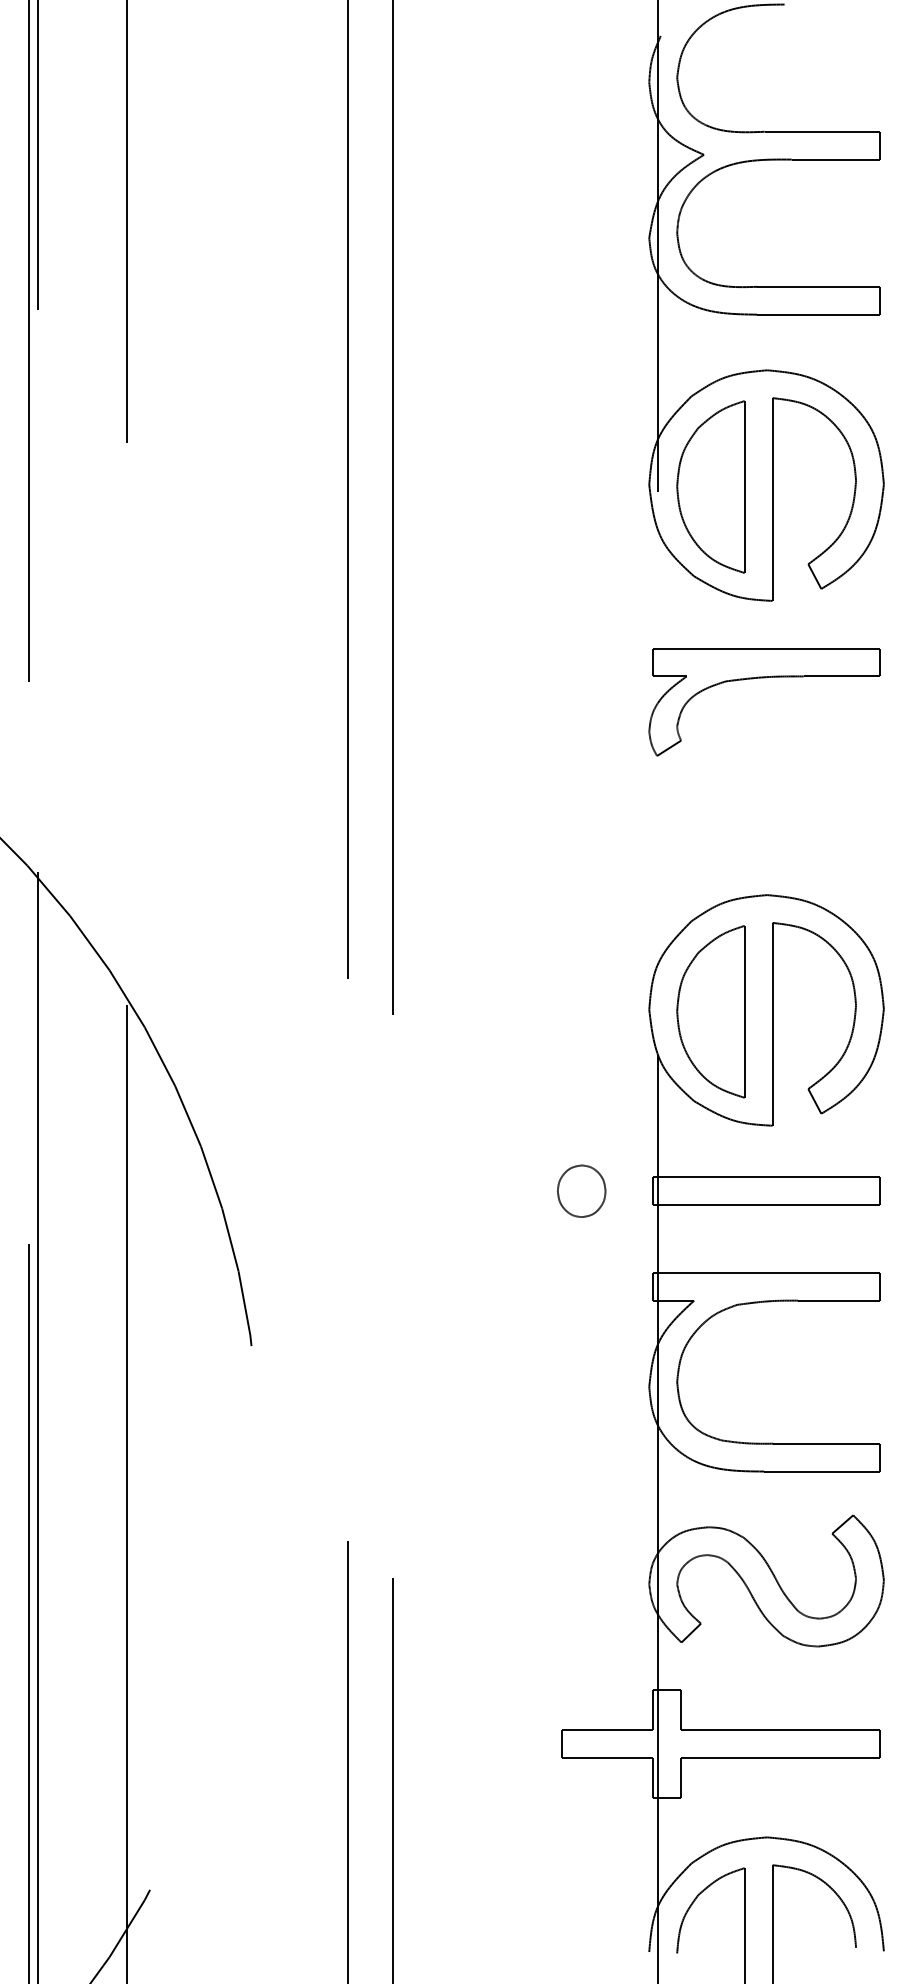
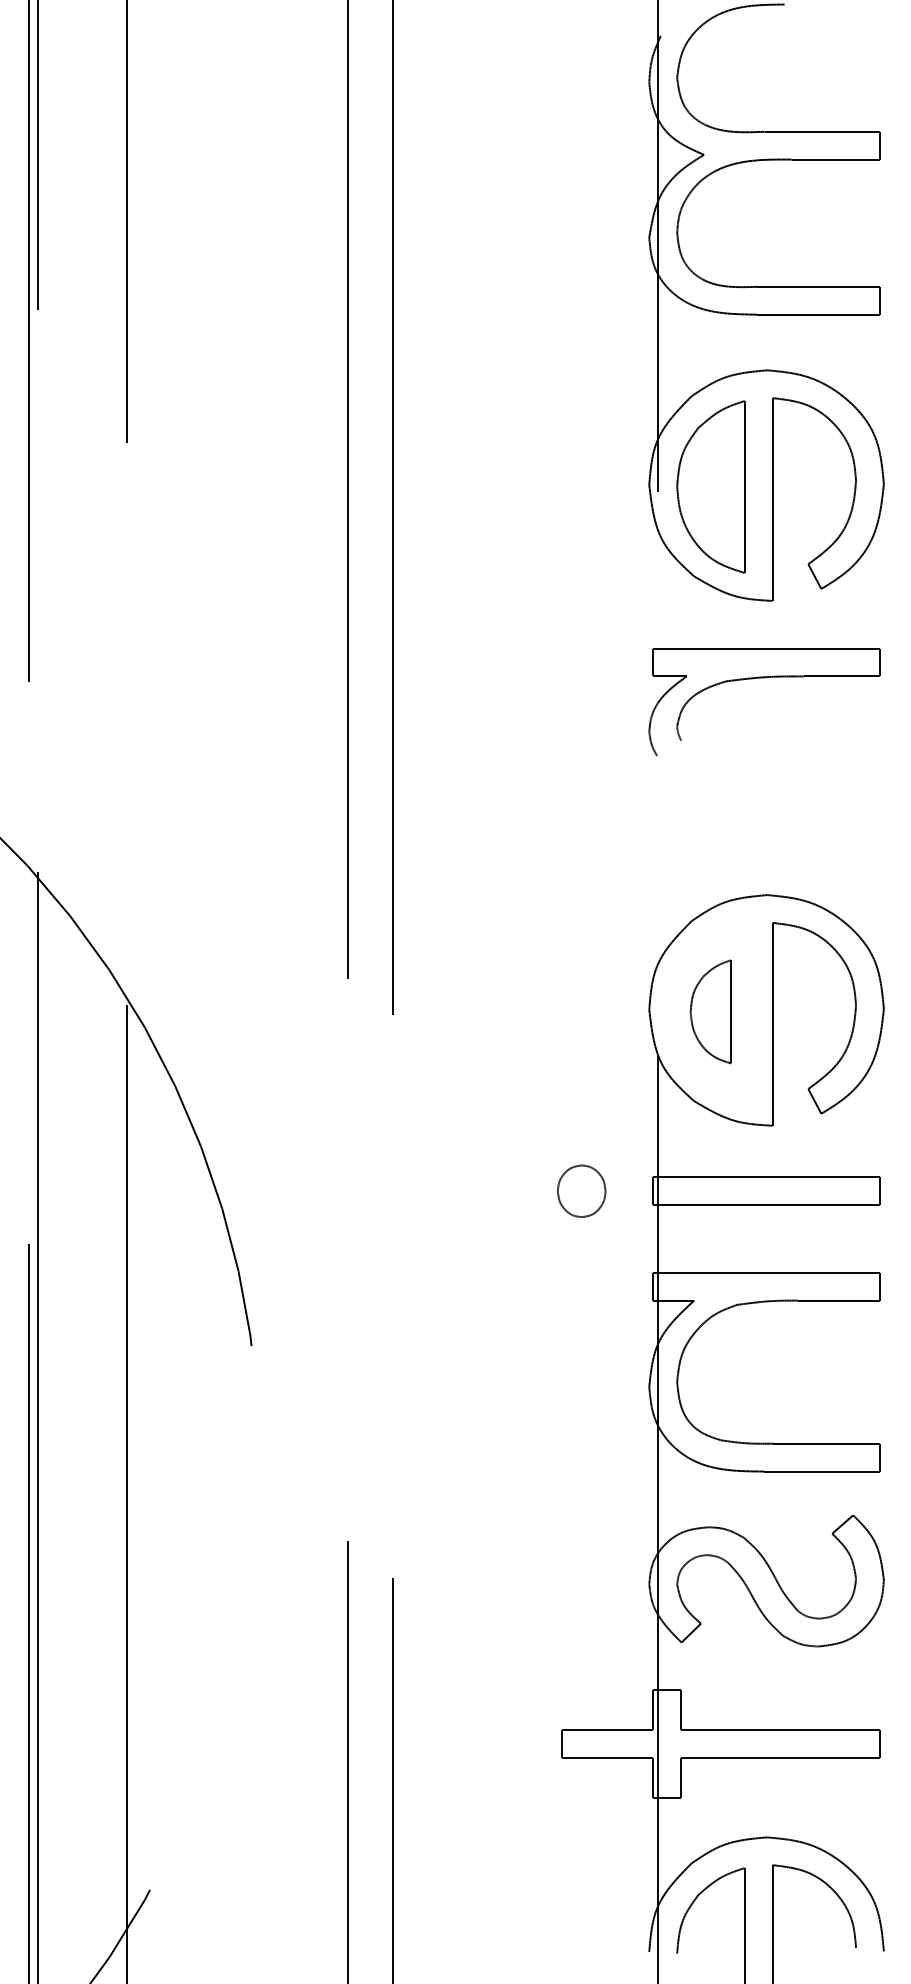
line at (669, 747): present -> none
part at (710, 1011) size: 70x174 px -> 43x106 px
